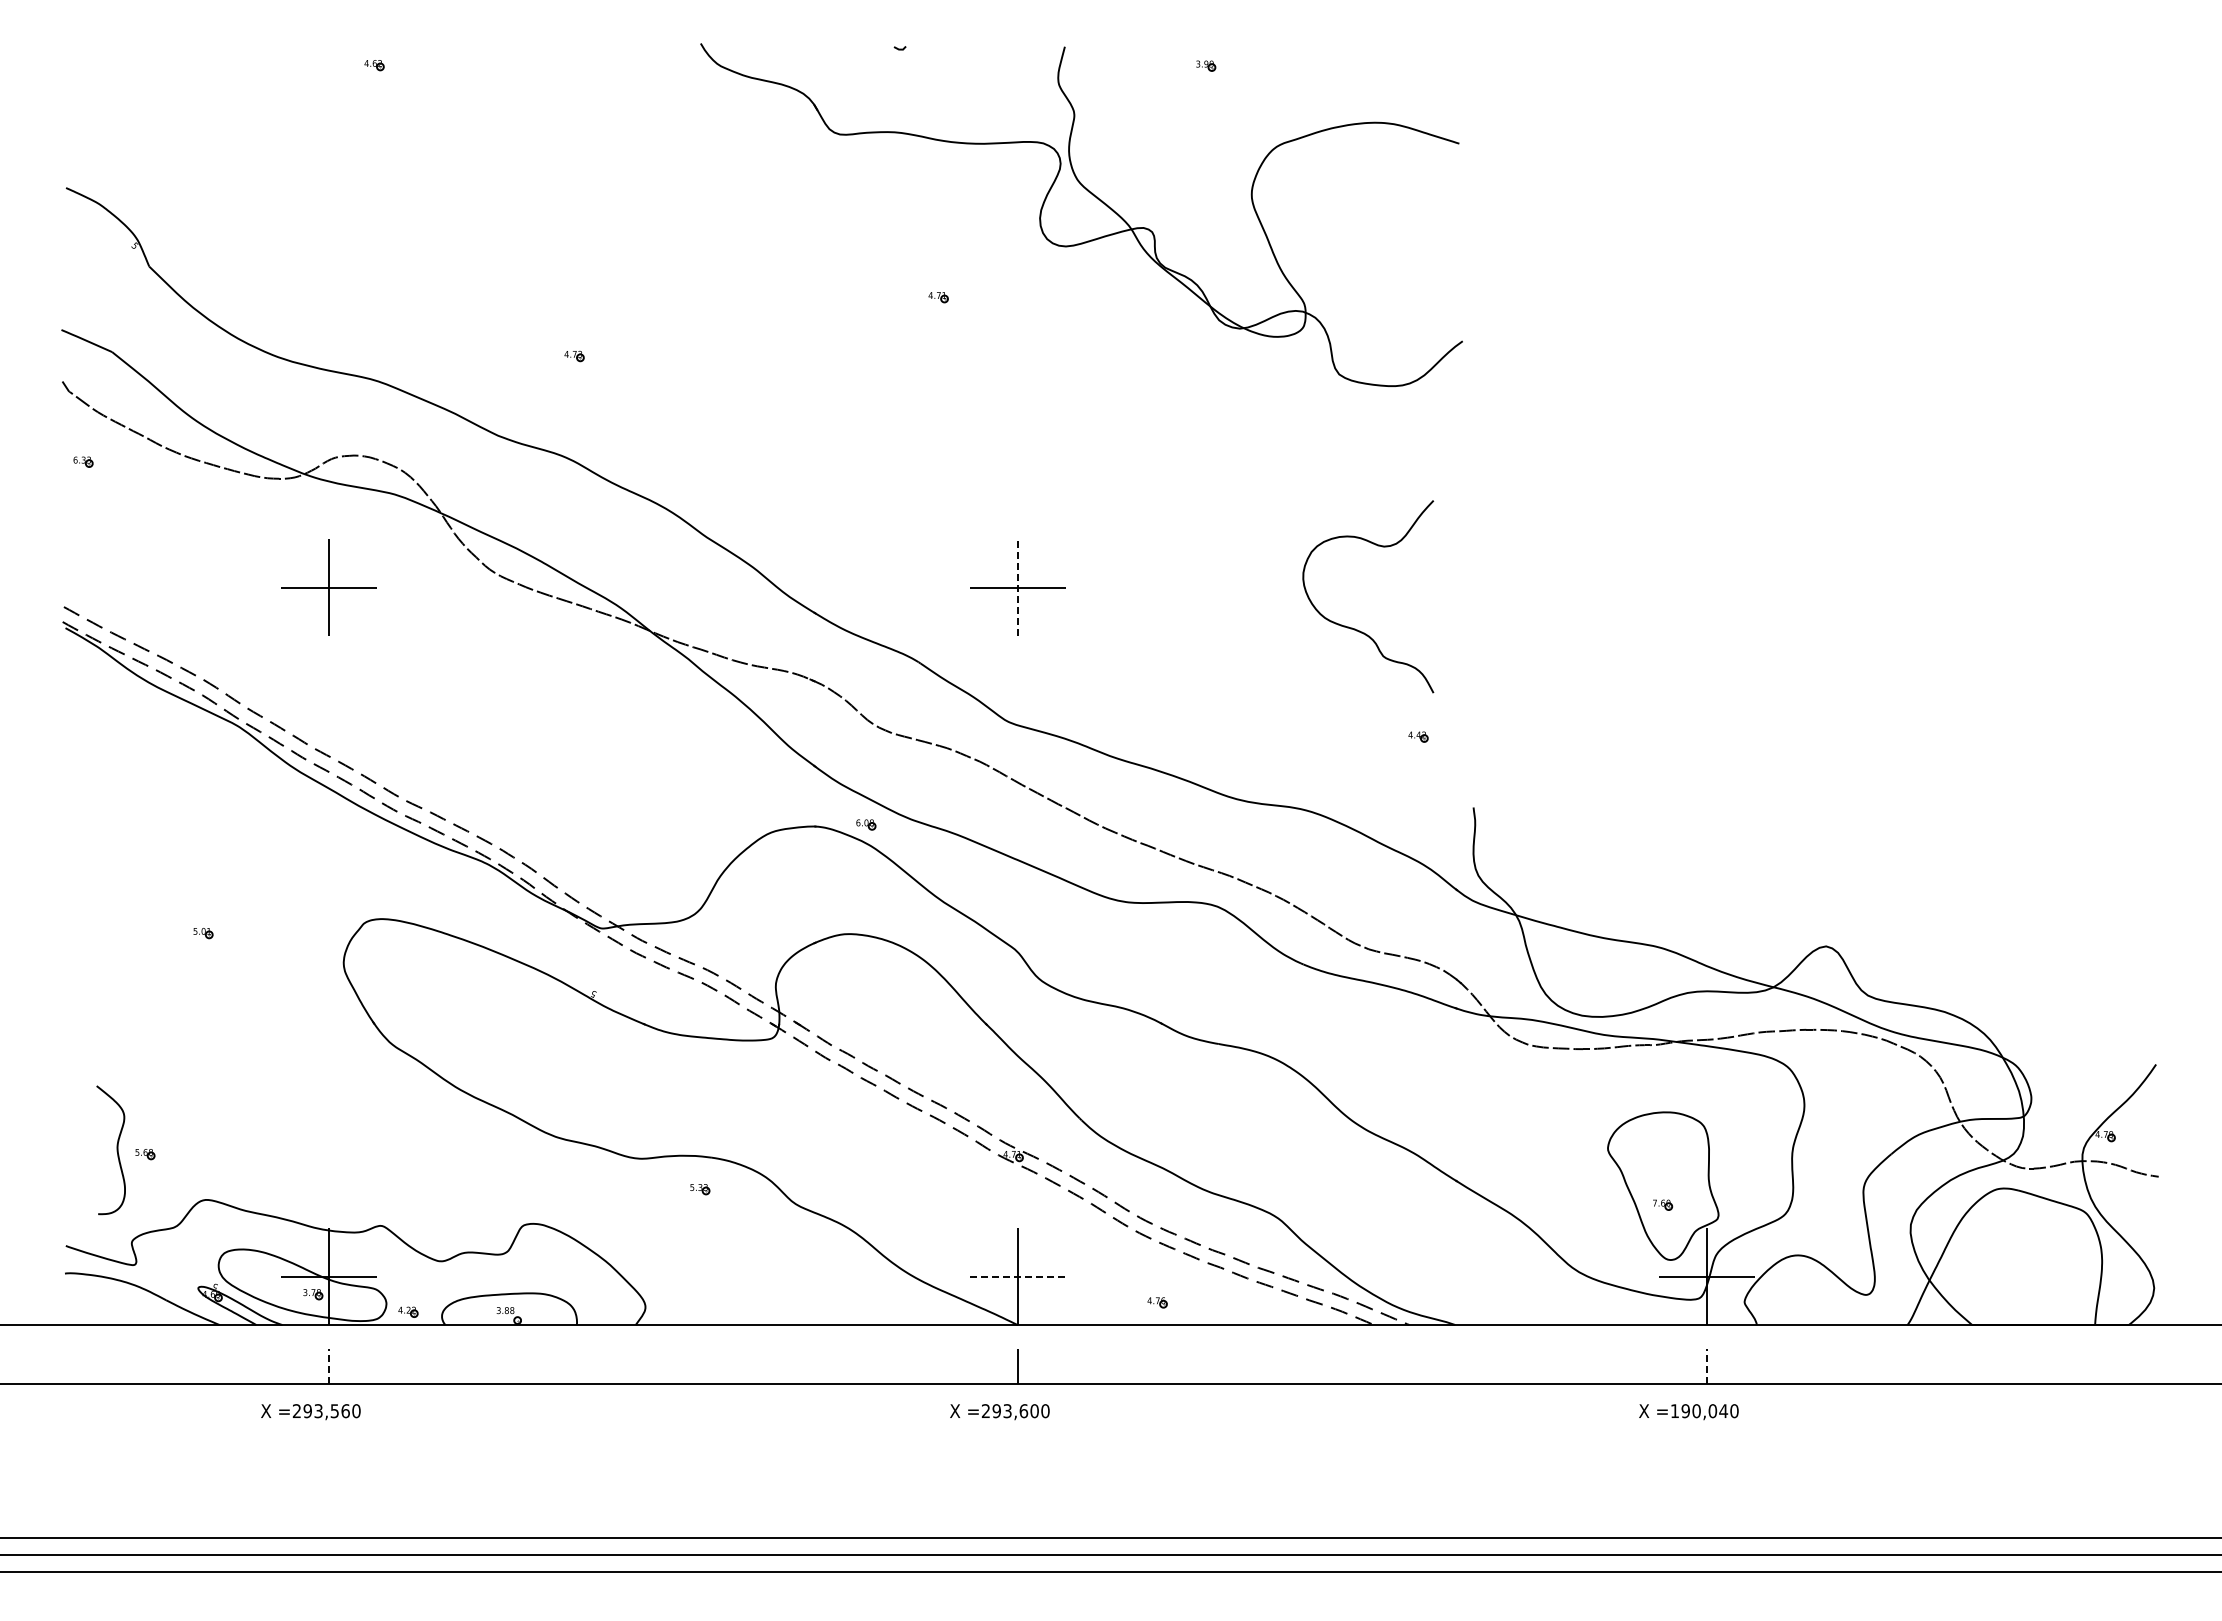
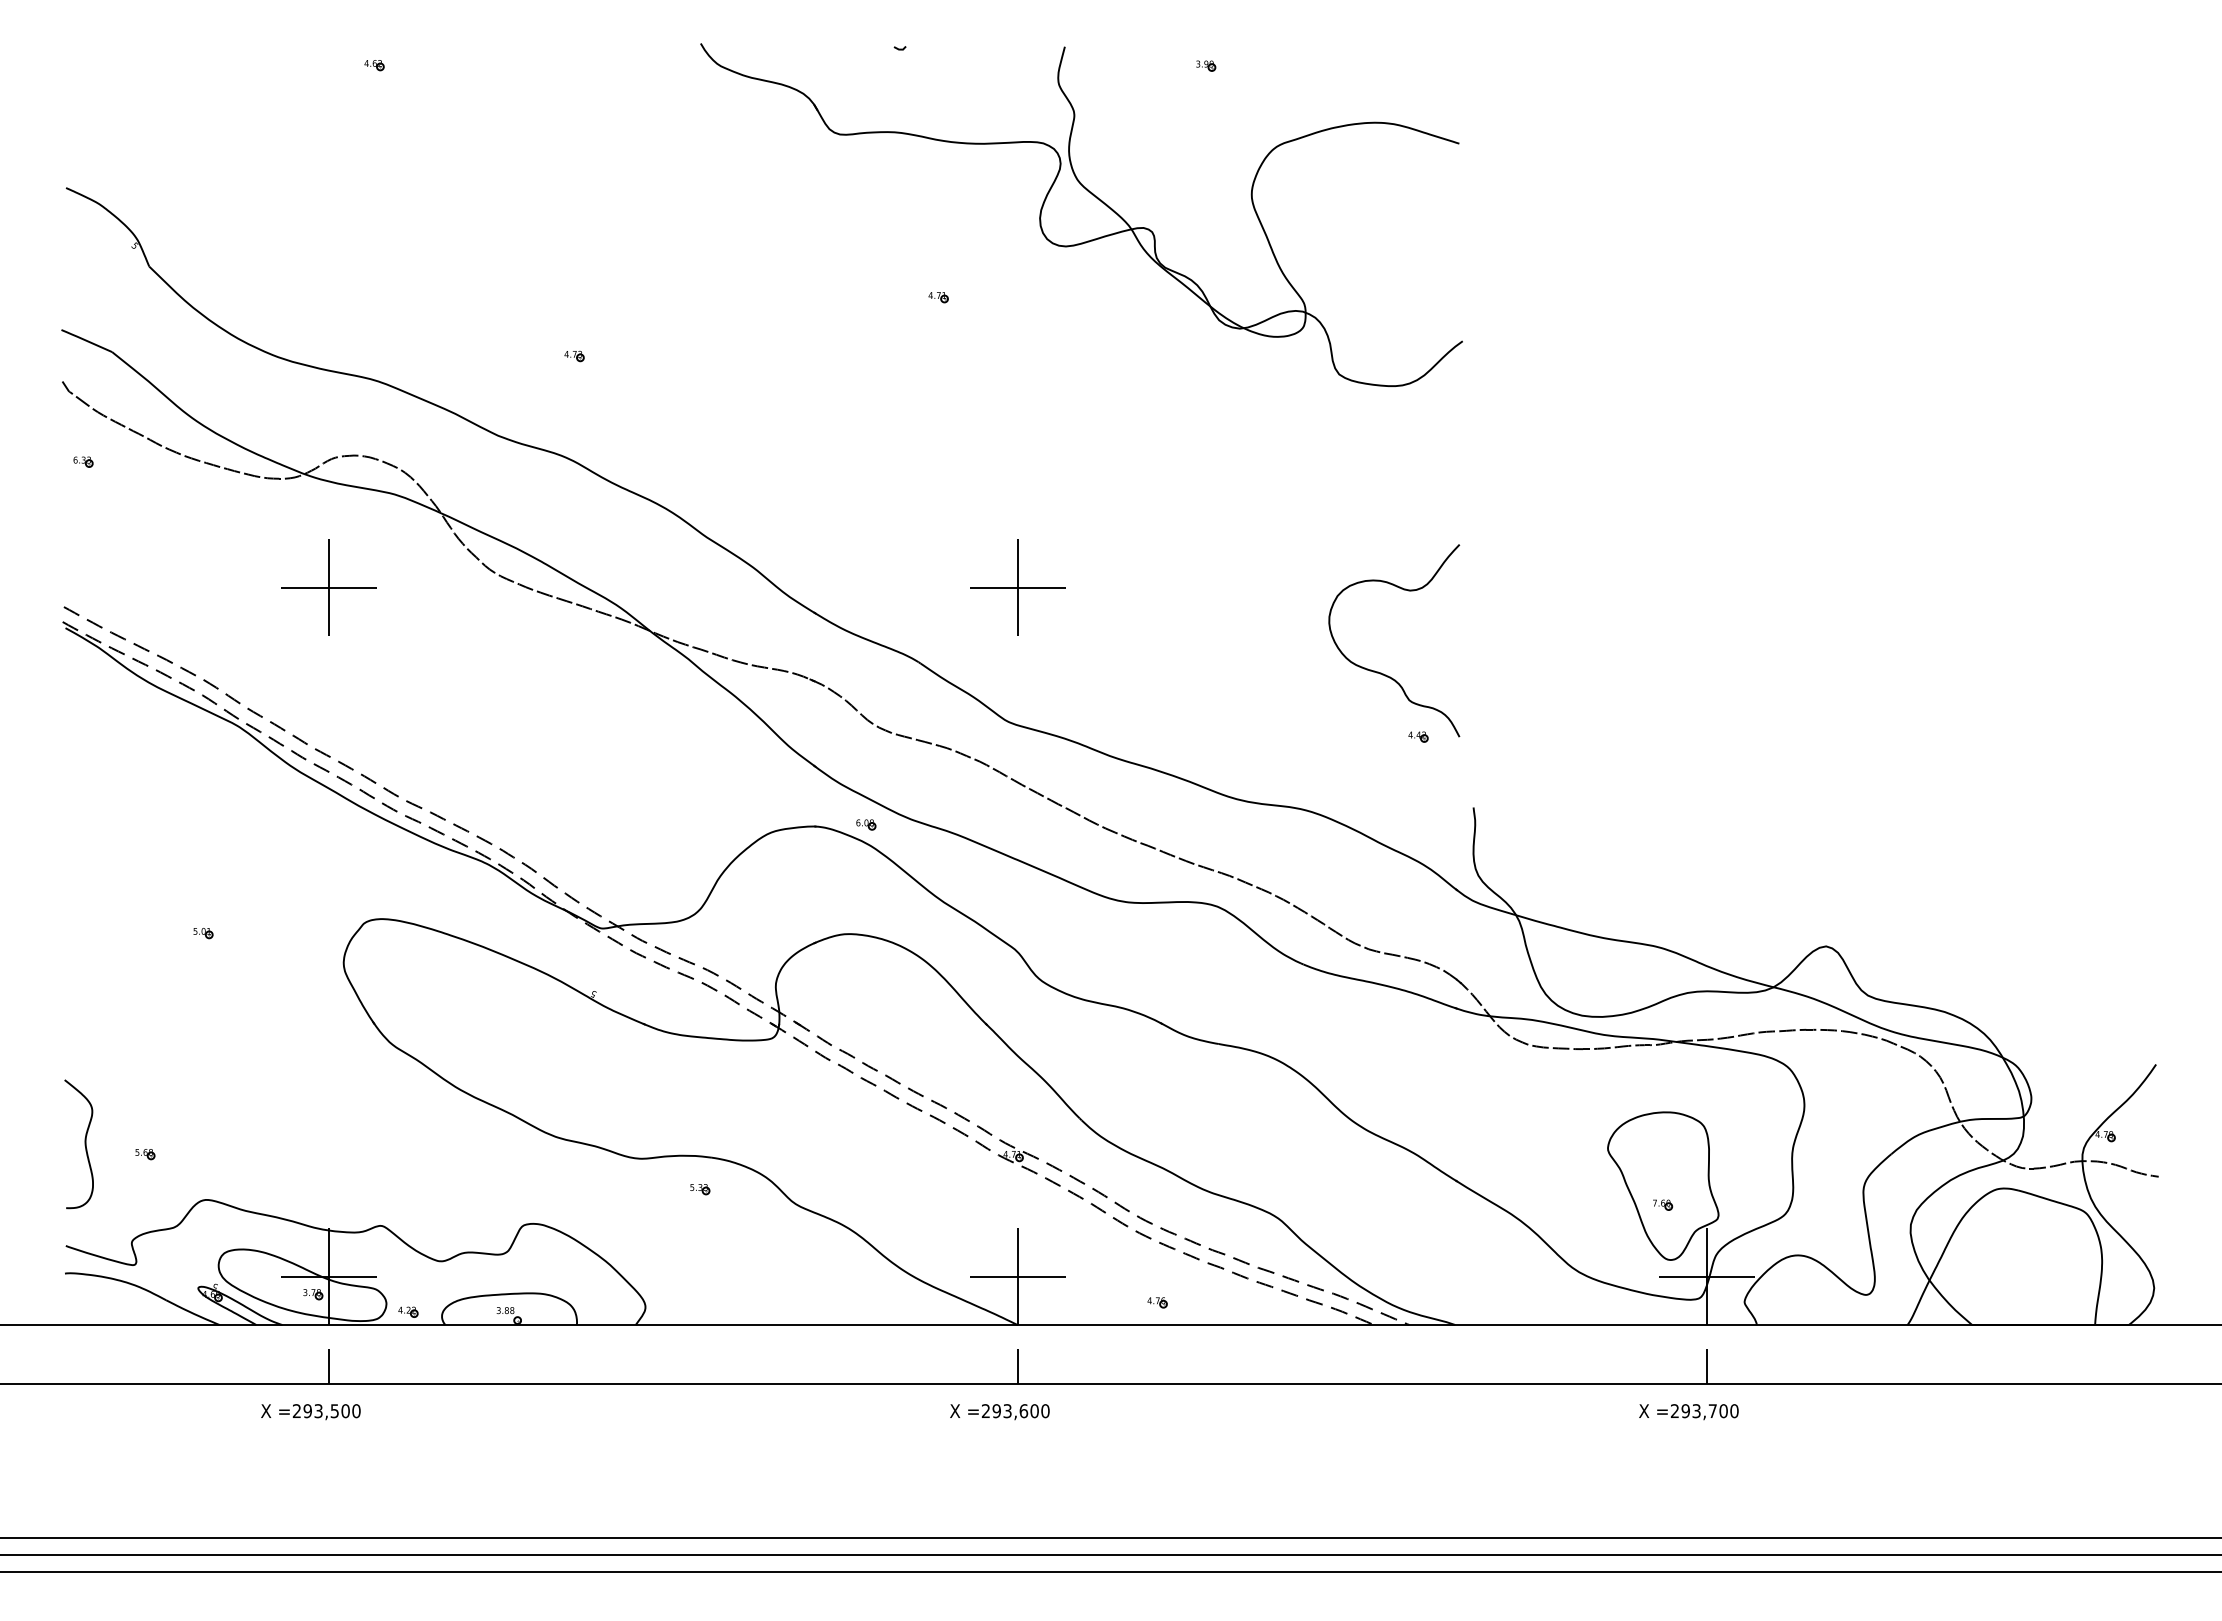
line at (1018, 587): dashed -> solid
curve at (1355, 628) position: (1355, 628) -> (1381, 672)
curve at (116, 1150) position: (116, 1150) -> (84, 1144)
line at (1018, 1276): dashed -> solid
line at (329, 1365): dashed -> solid
line at (1707, 1365): dashed -> solid
text at (345, 1410): =293,560 -> =293,500
text at (1699, 1411): =190,040 -> =293,700
